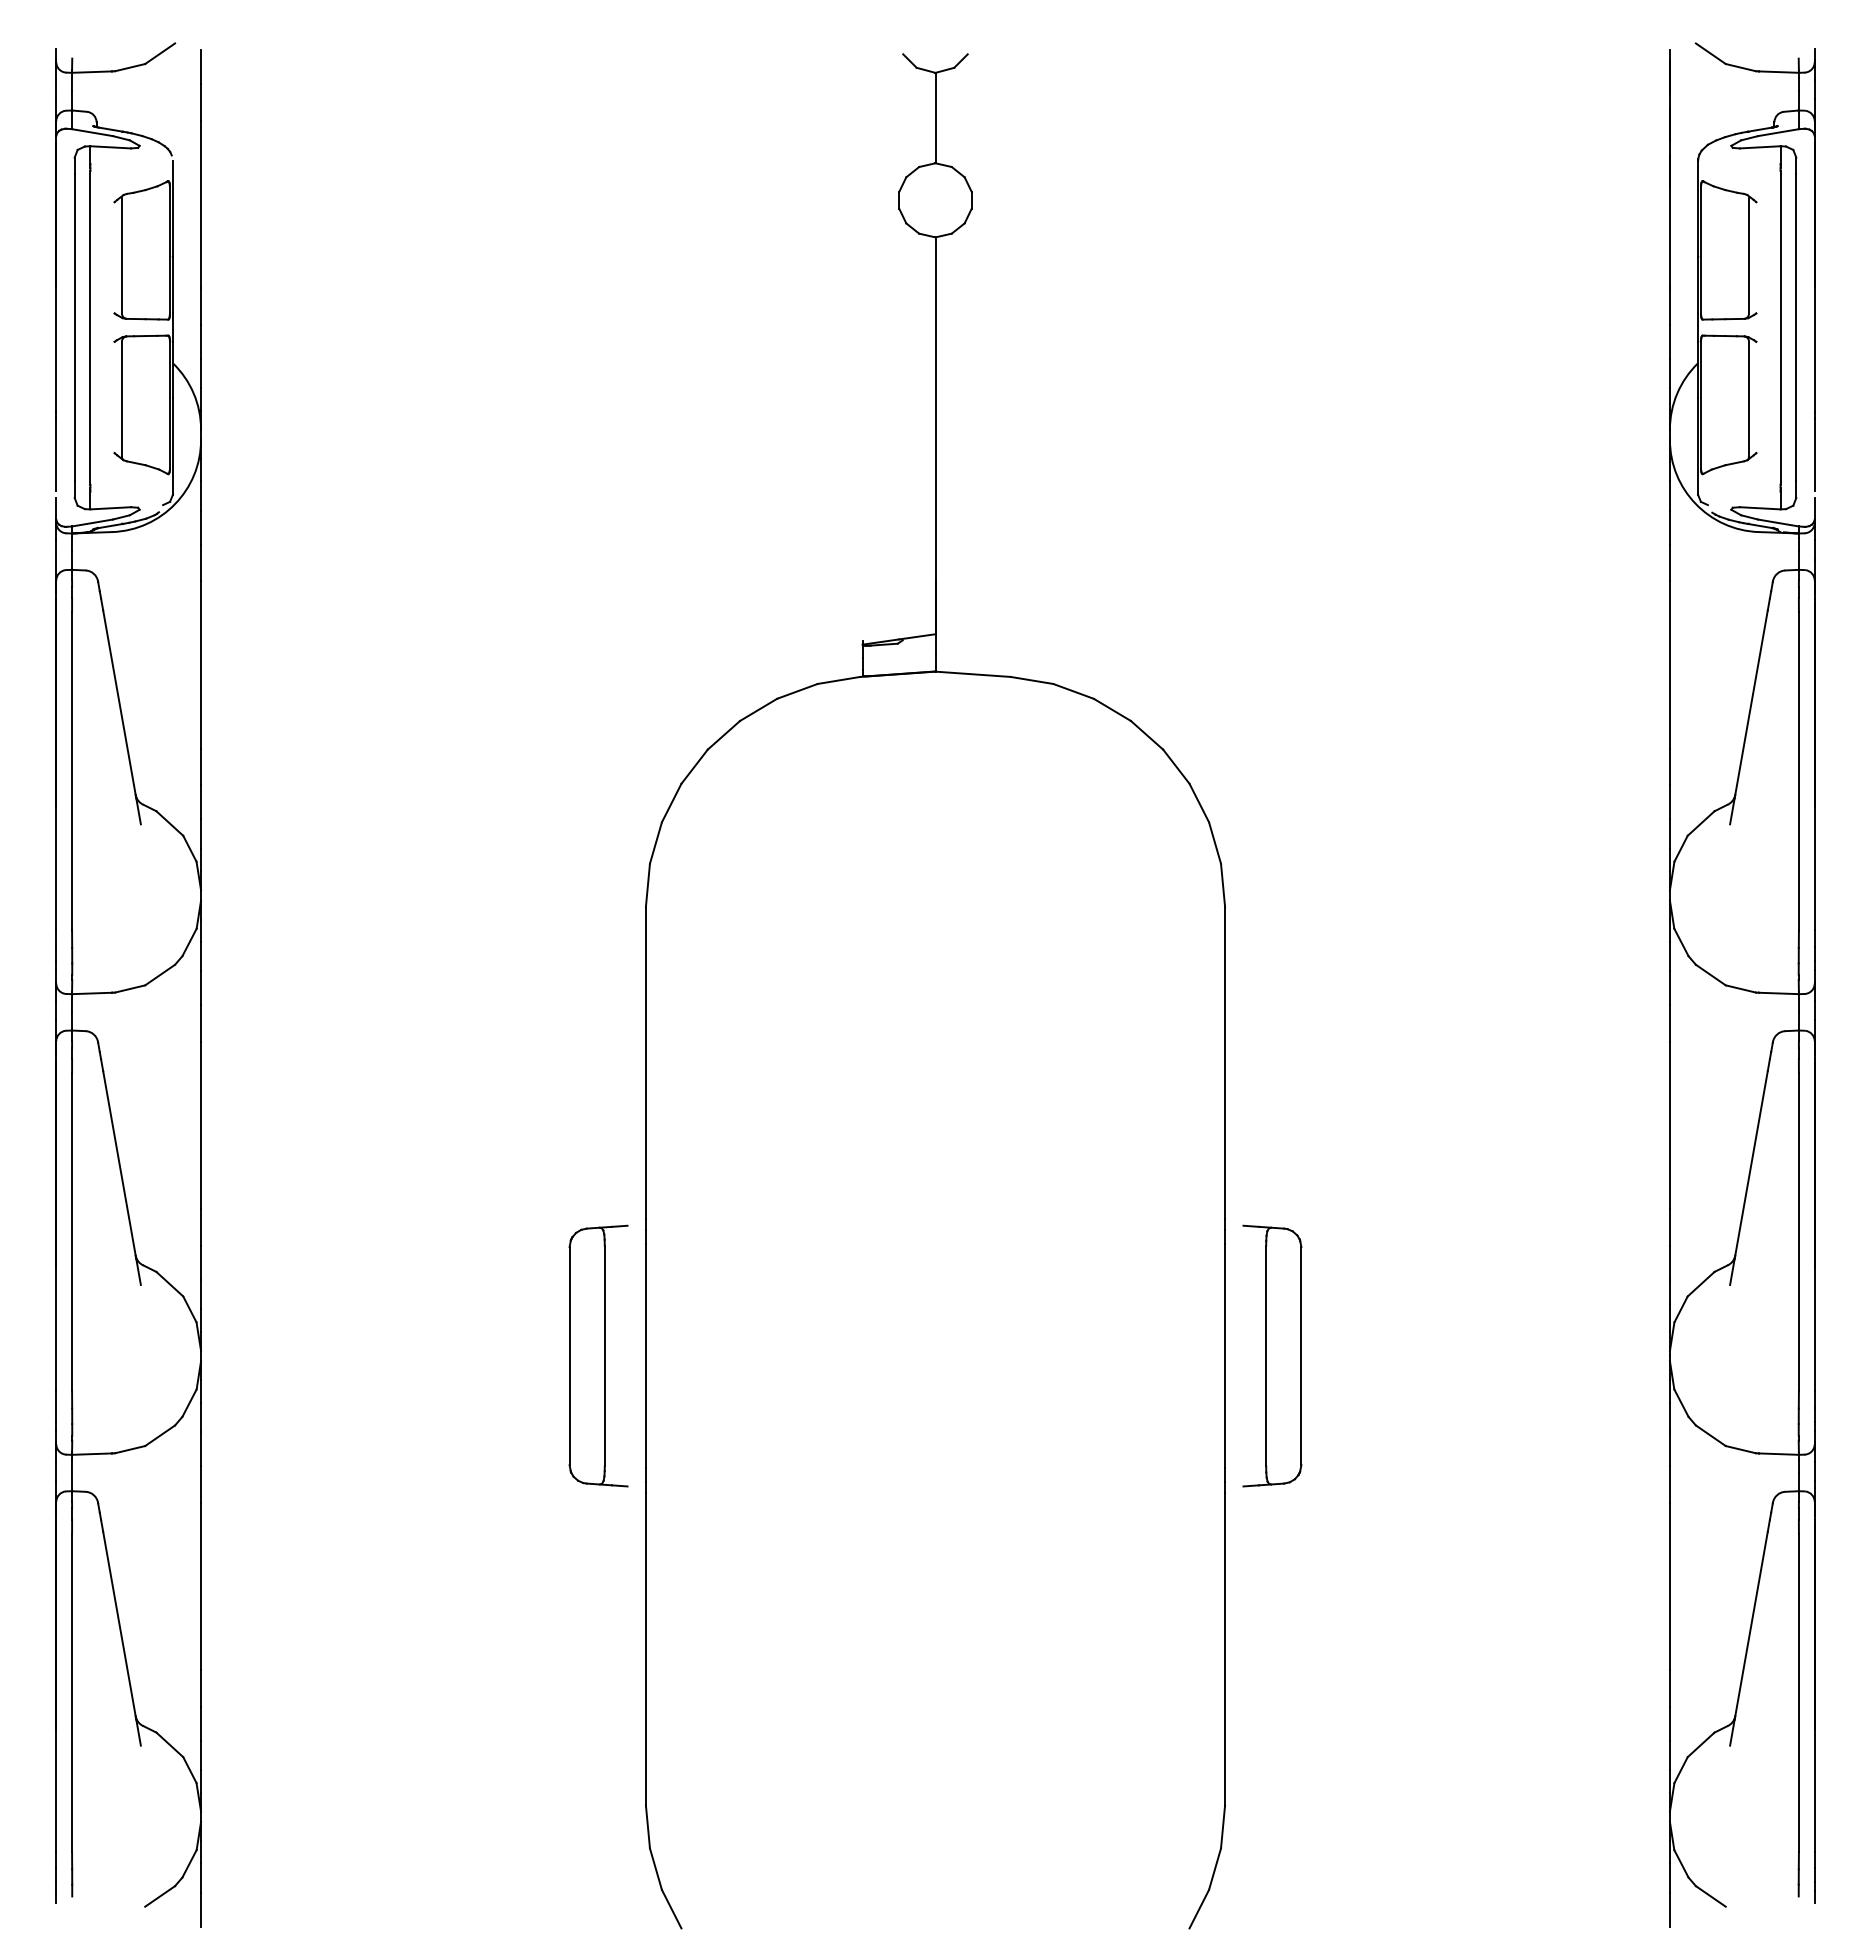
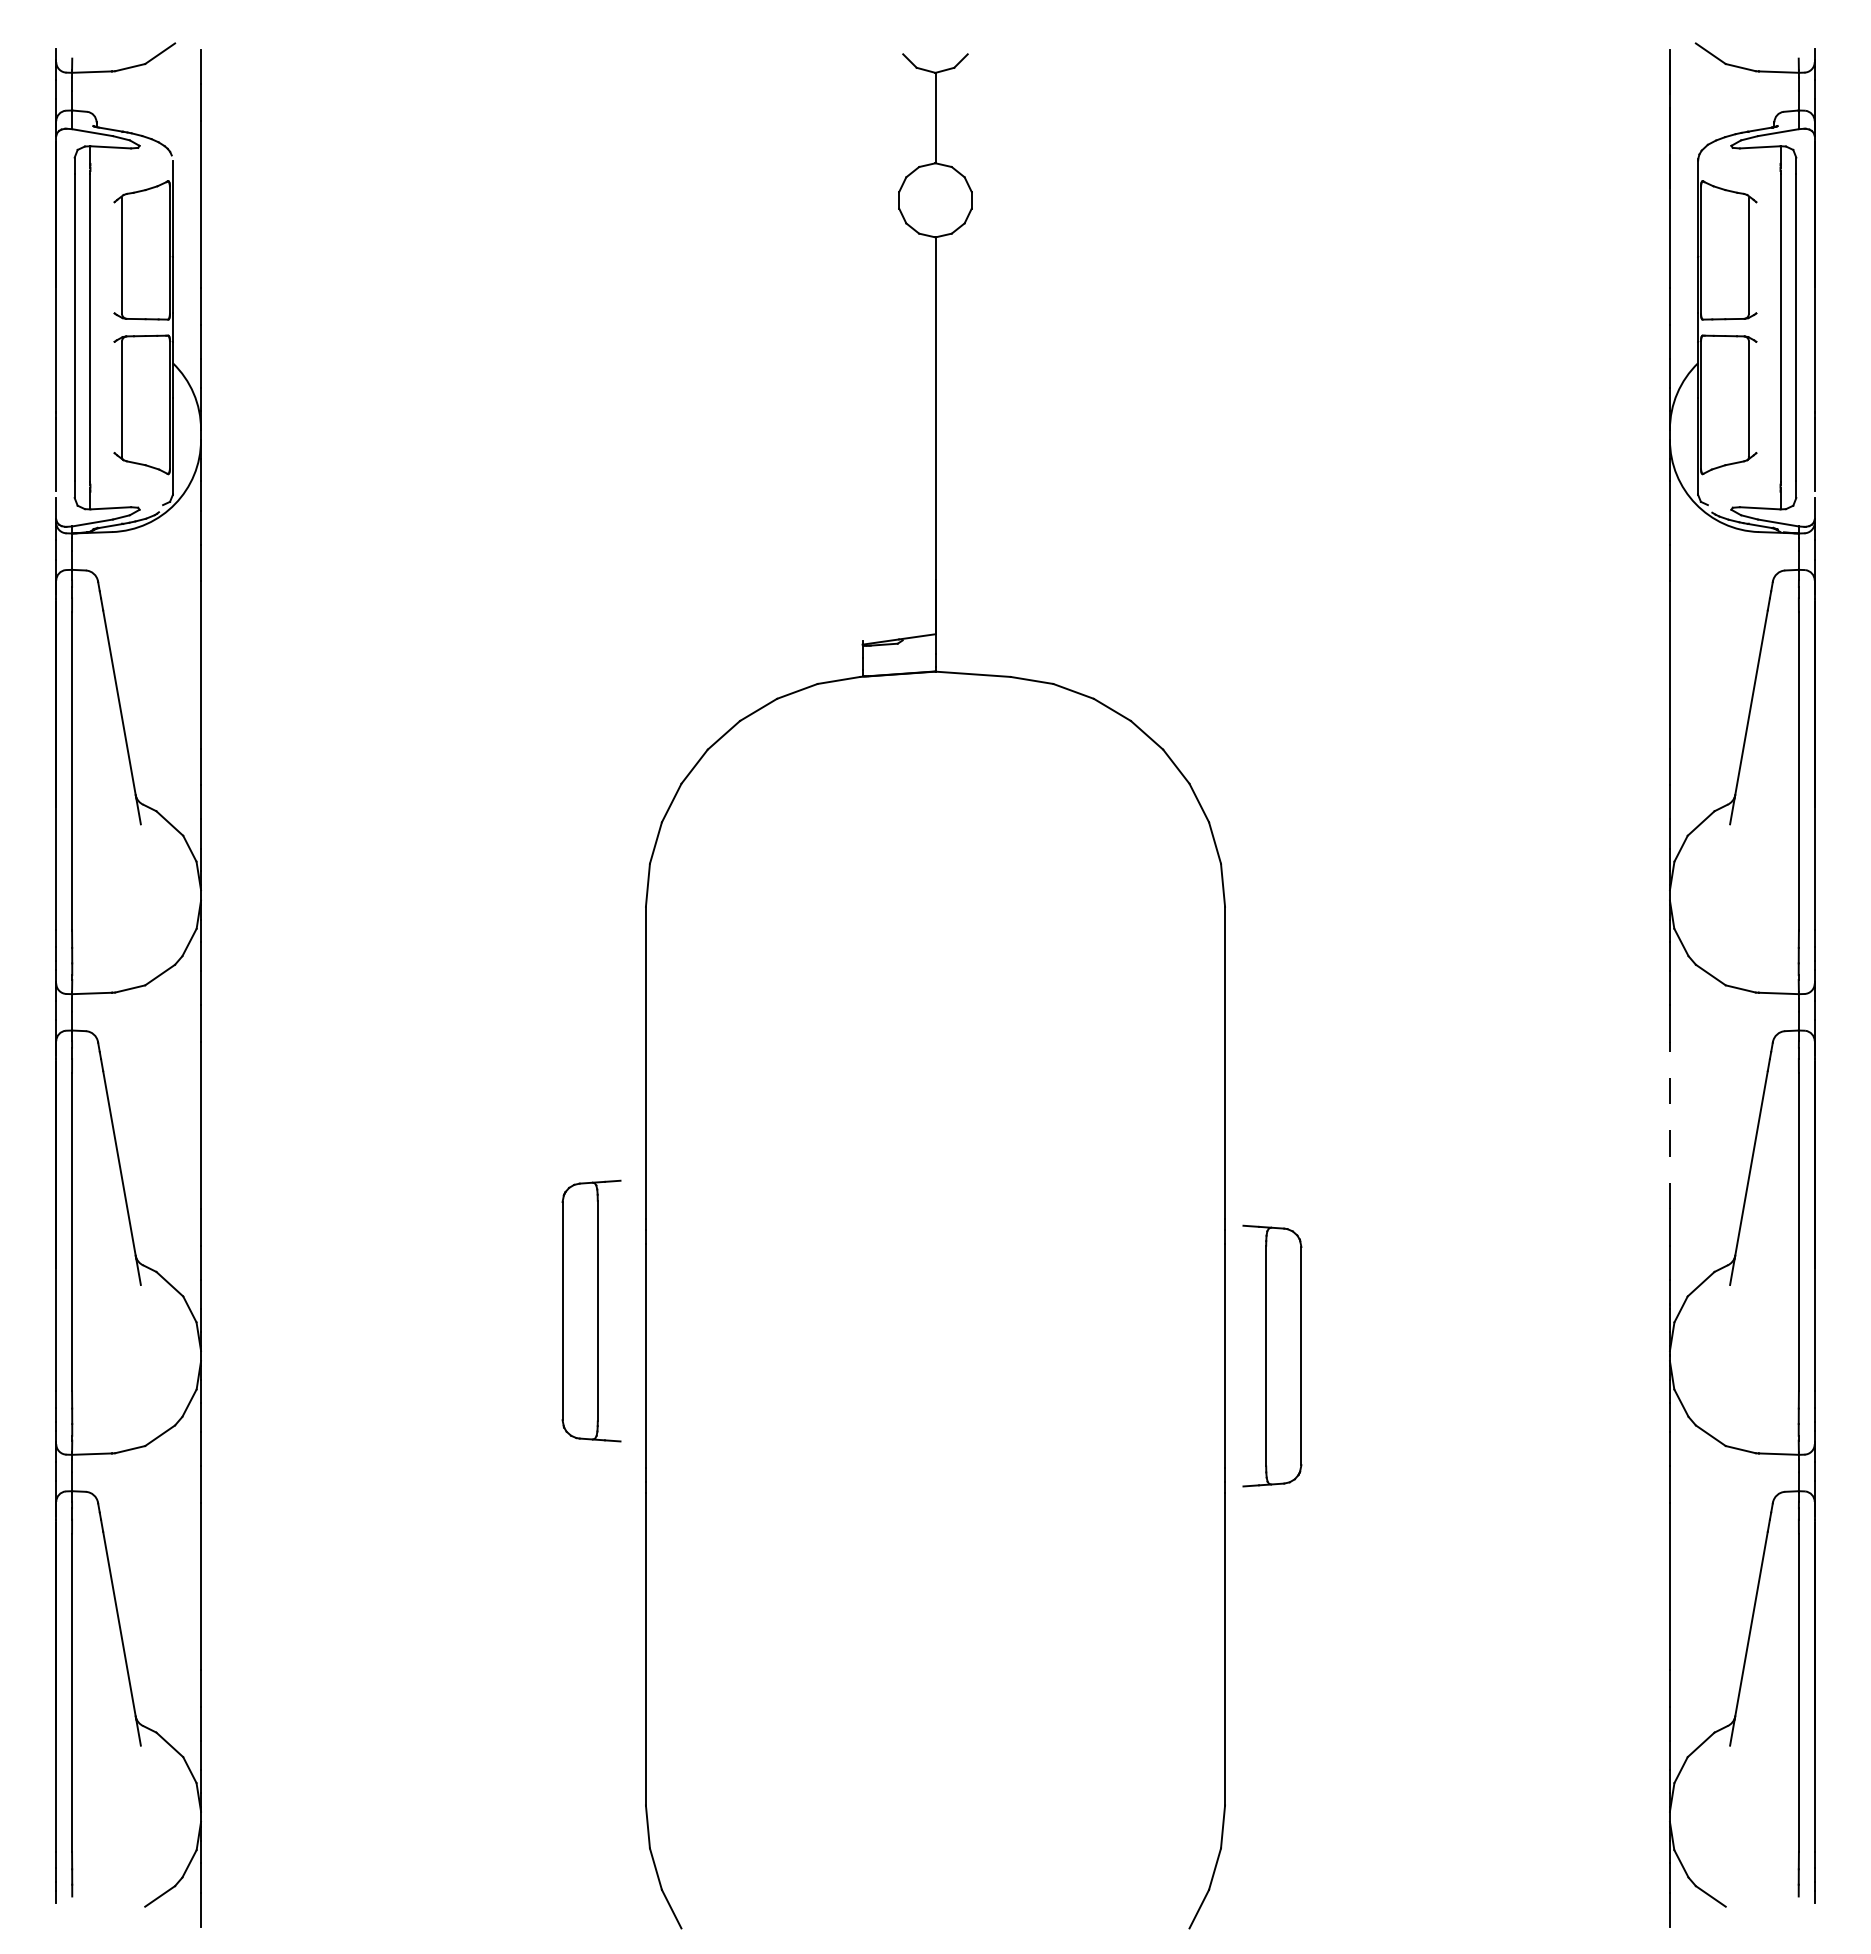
line at (1669, 1125): solid -> dashed
part at (598, 1355) position: (598, 1355) -> (591, 1310)
